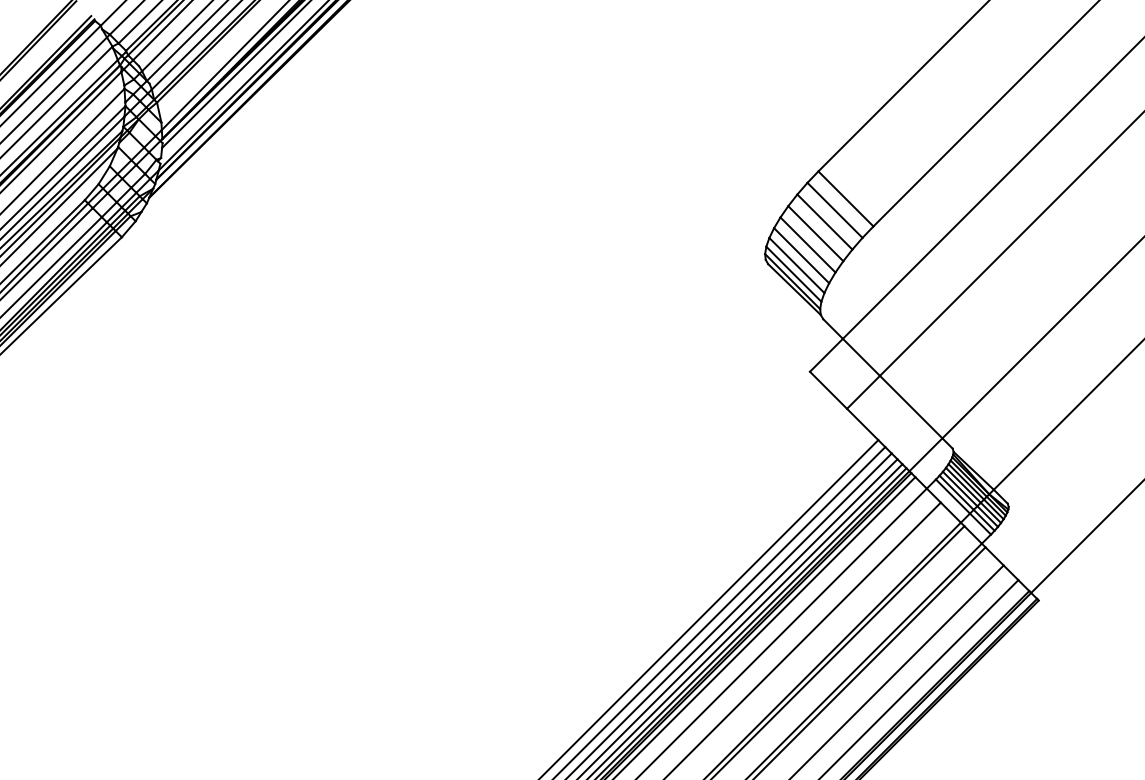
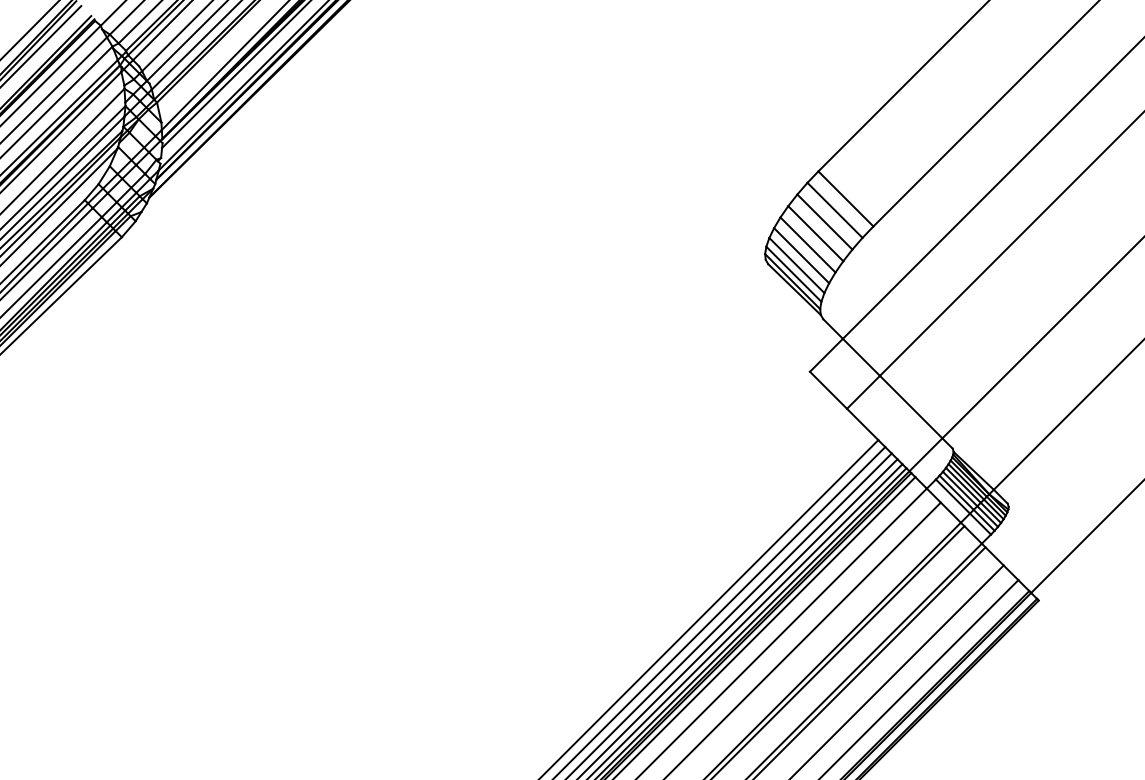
line at (29, 29): none -> present
line at (41, 45): none -> present
